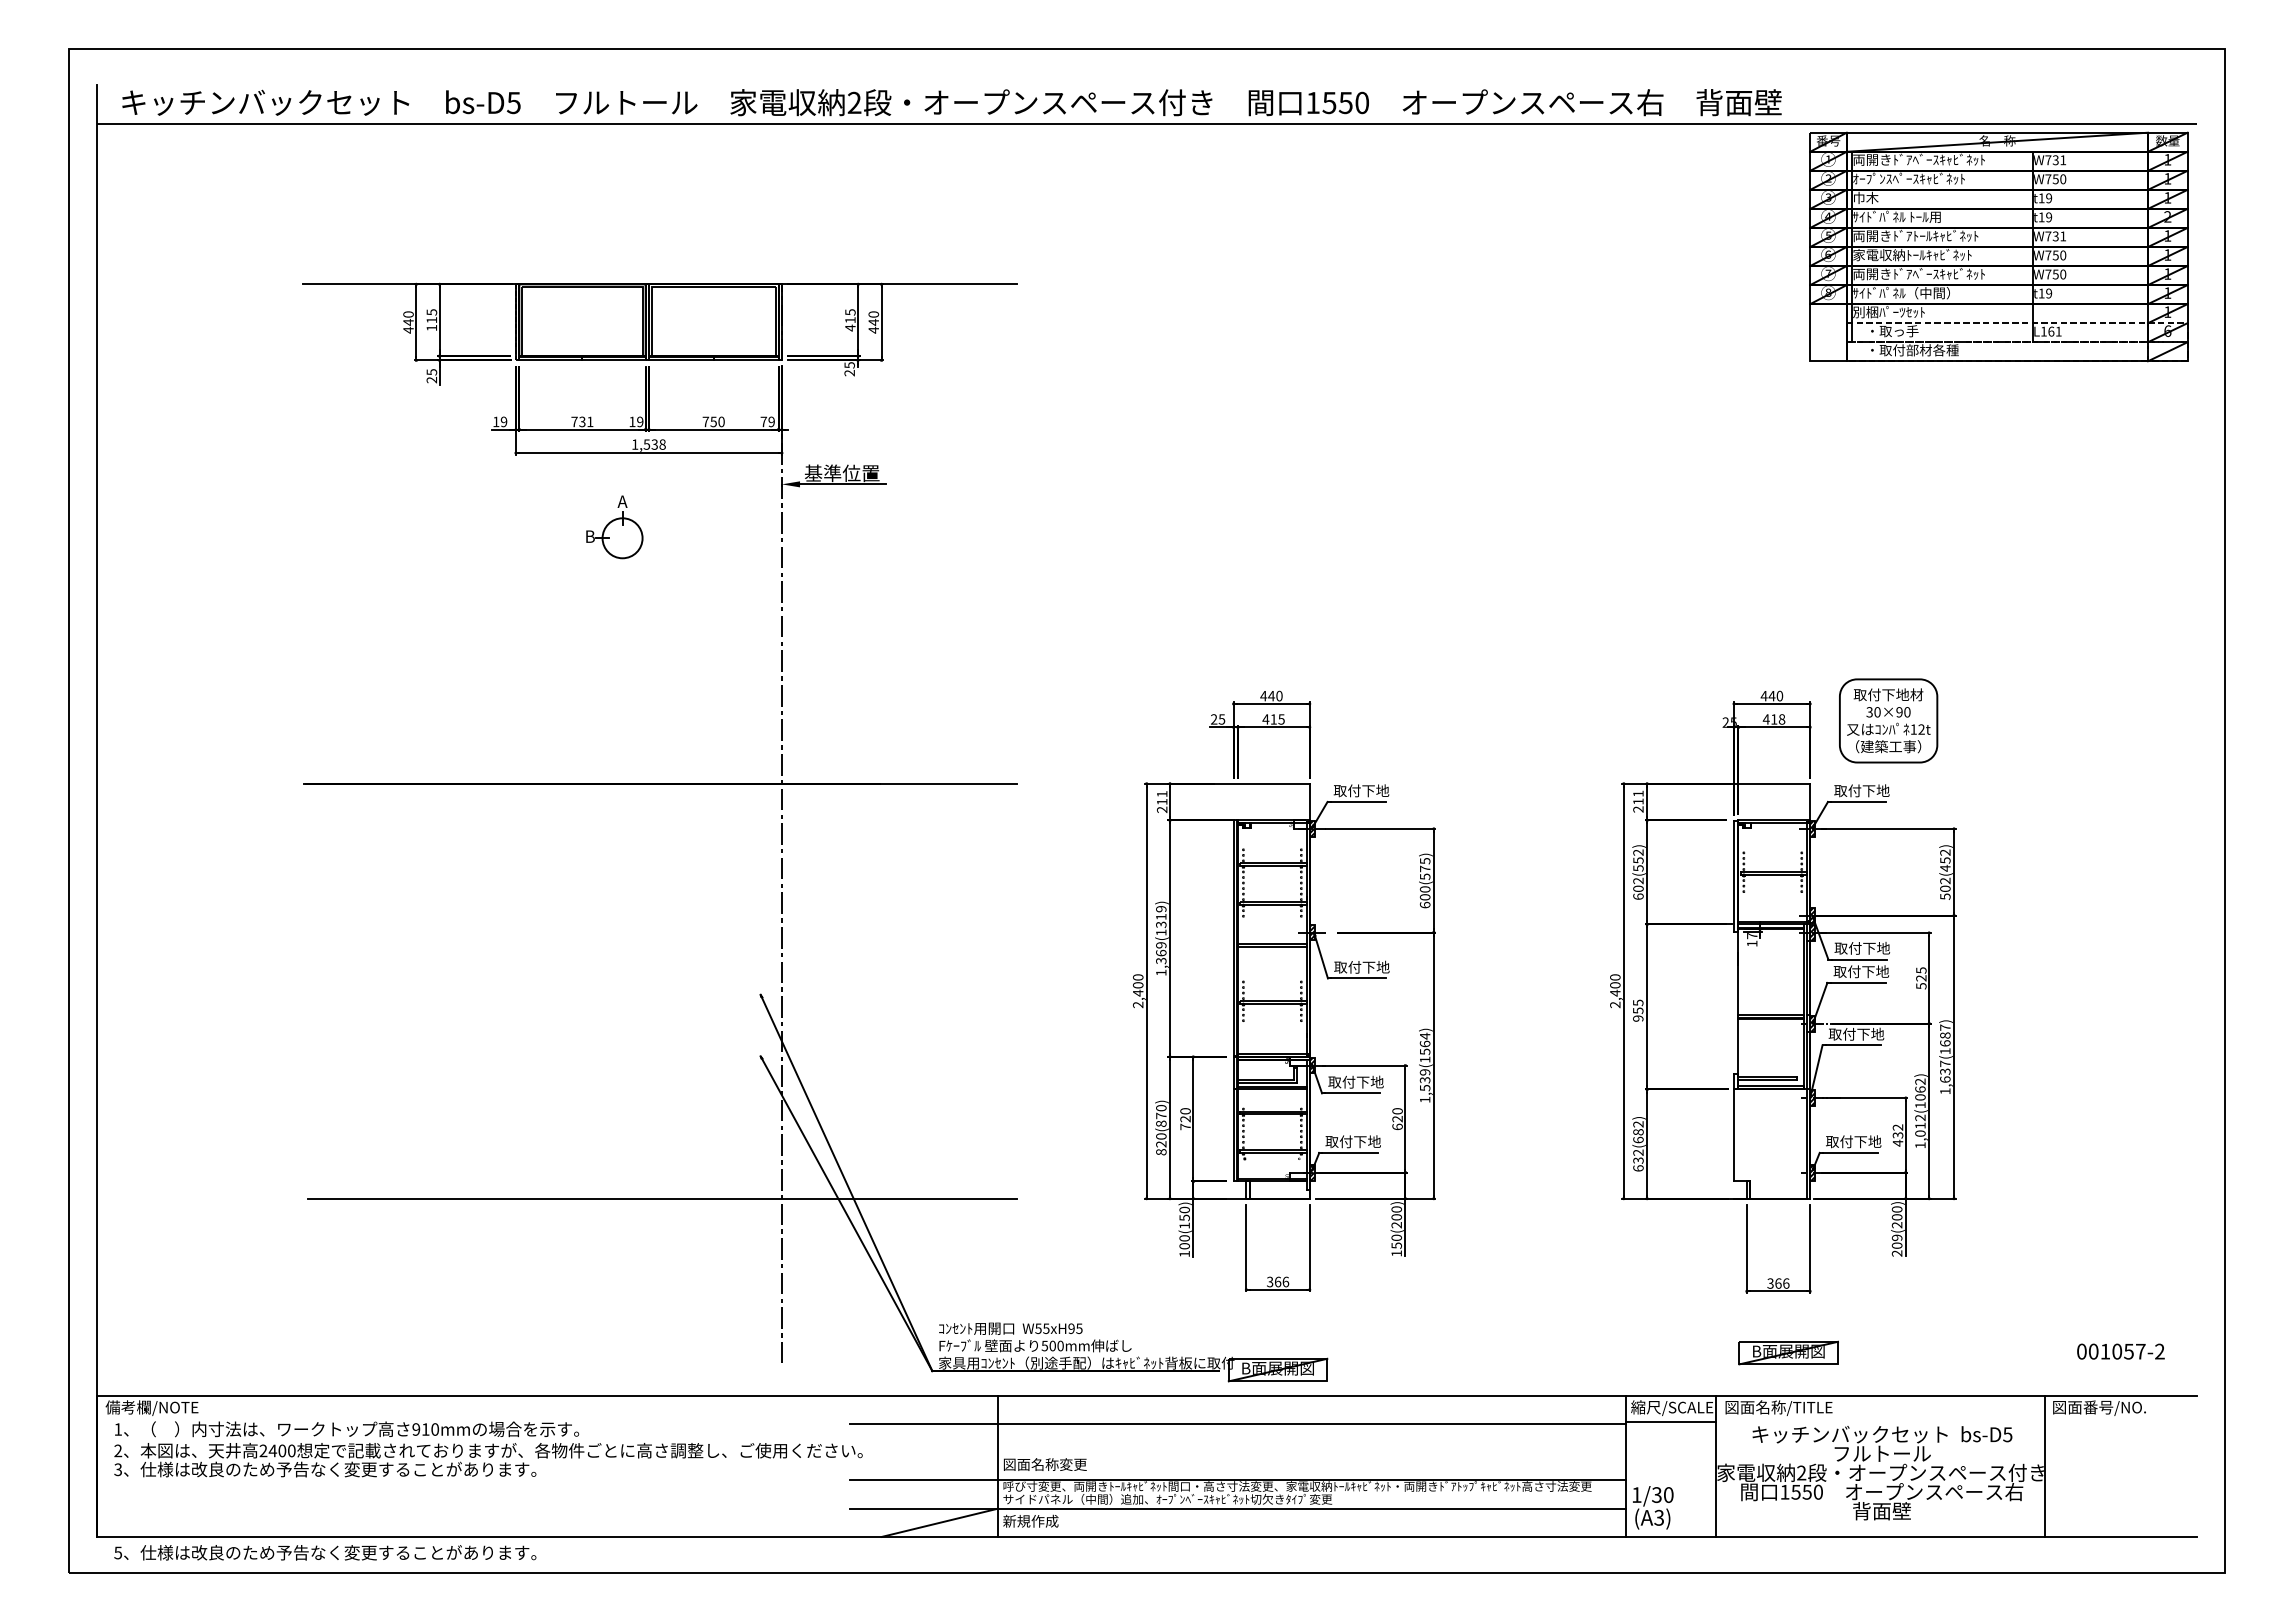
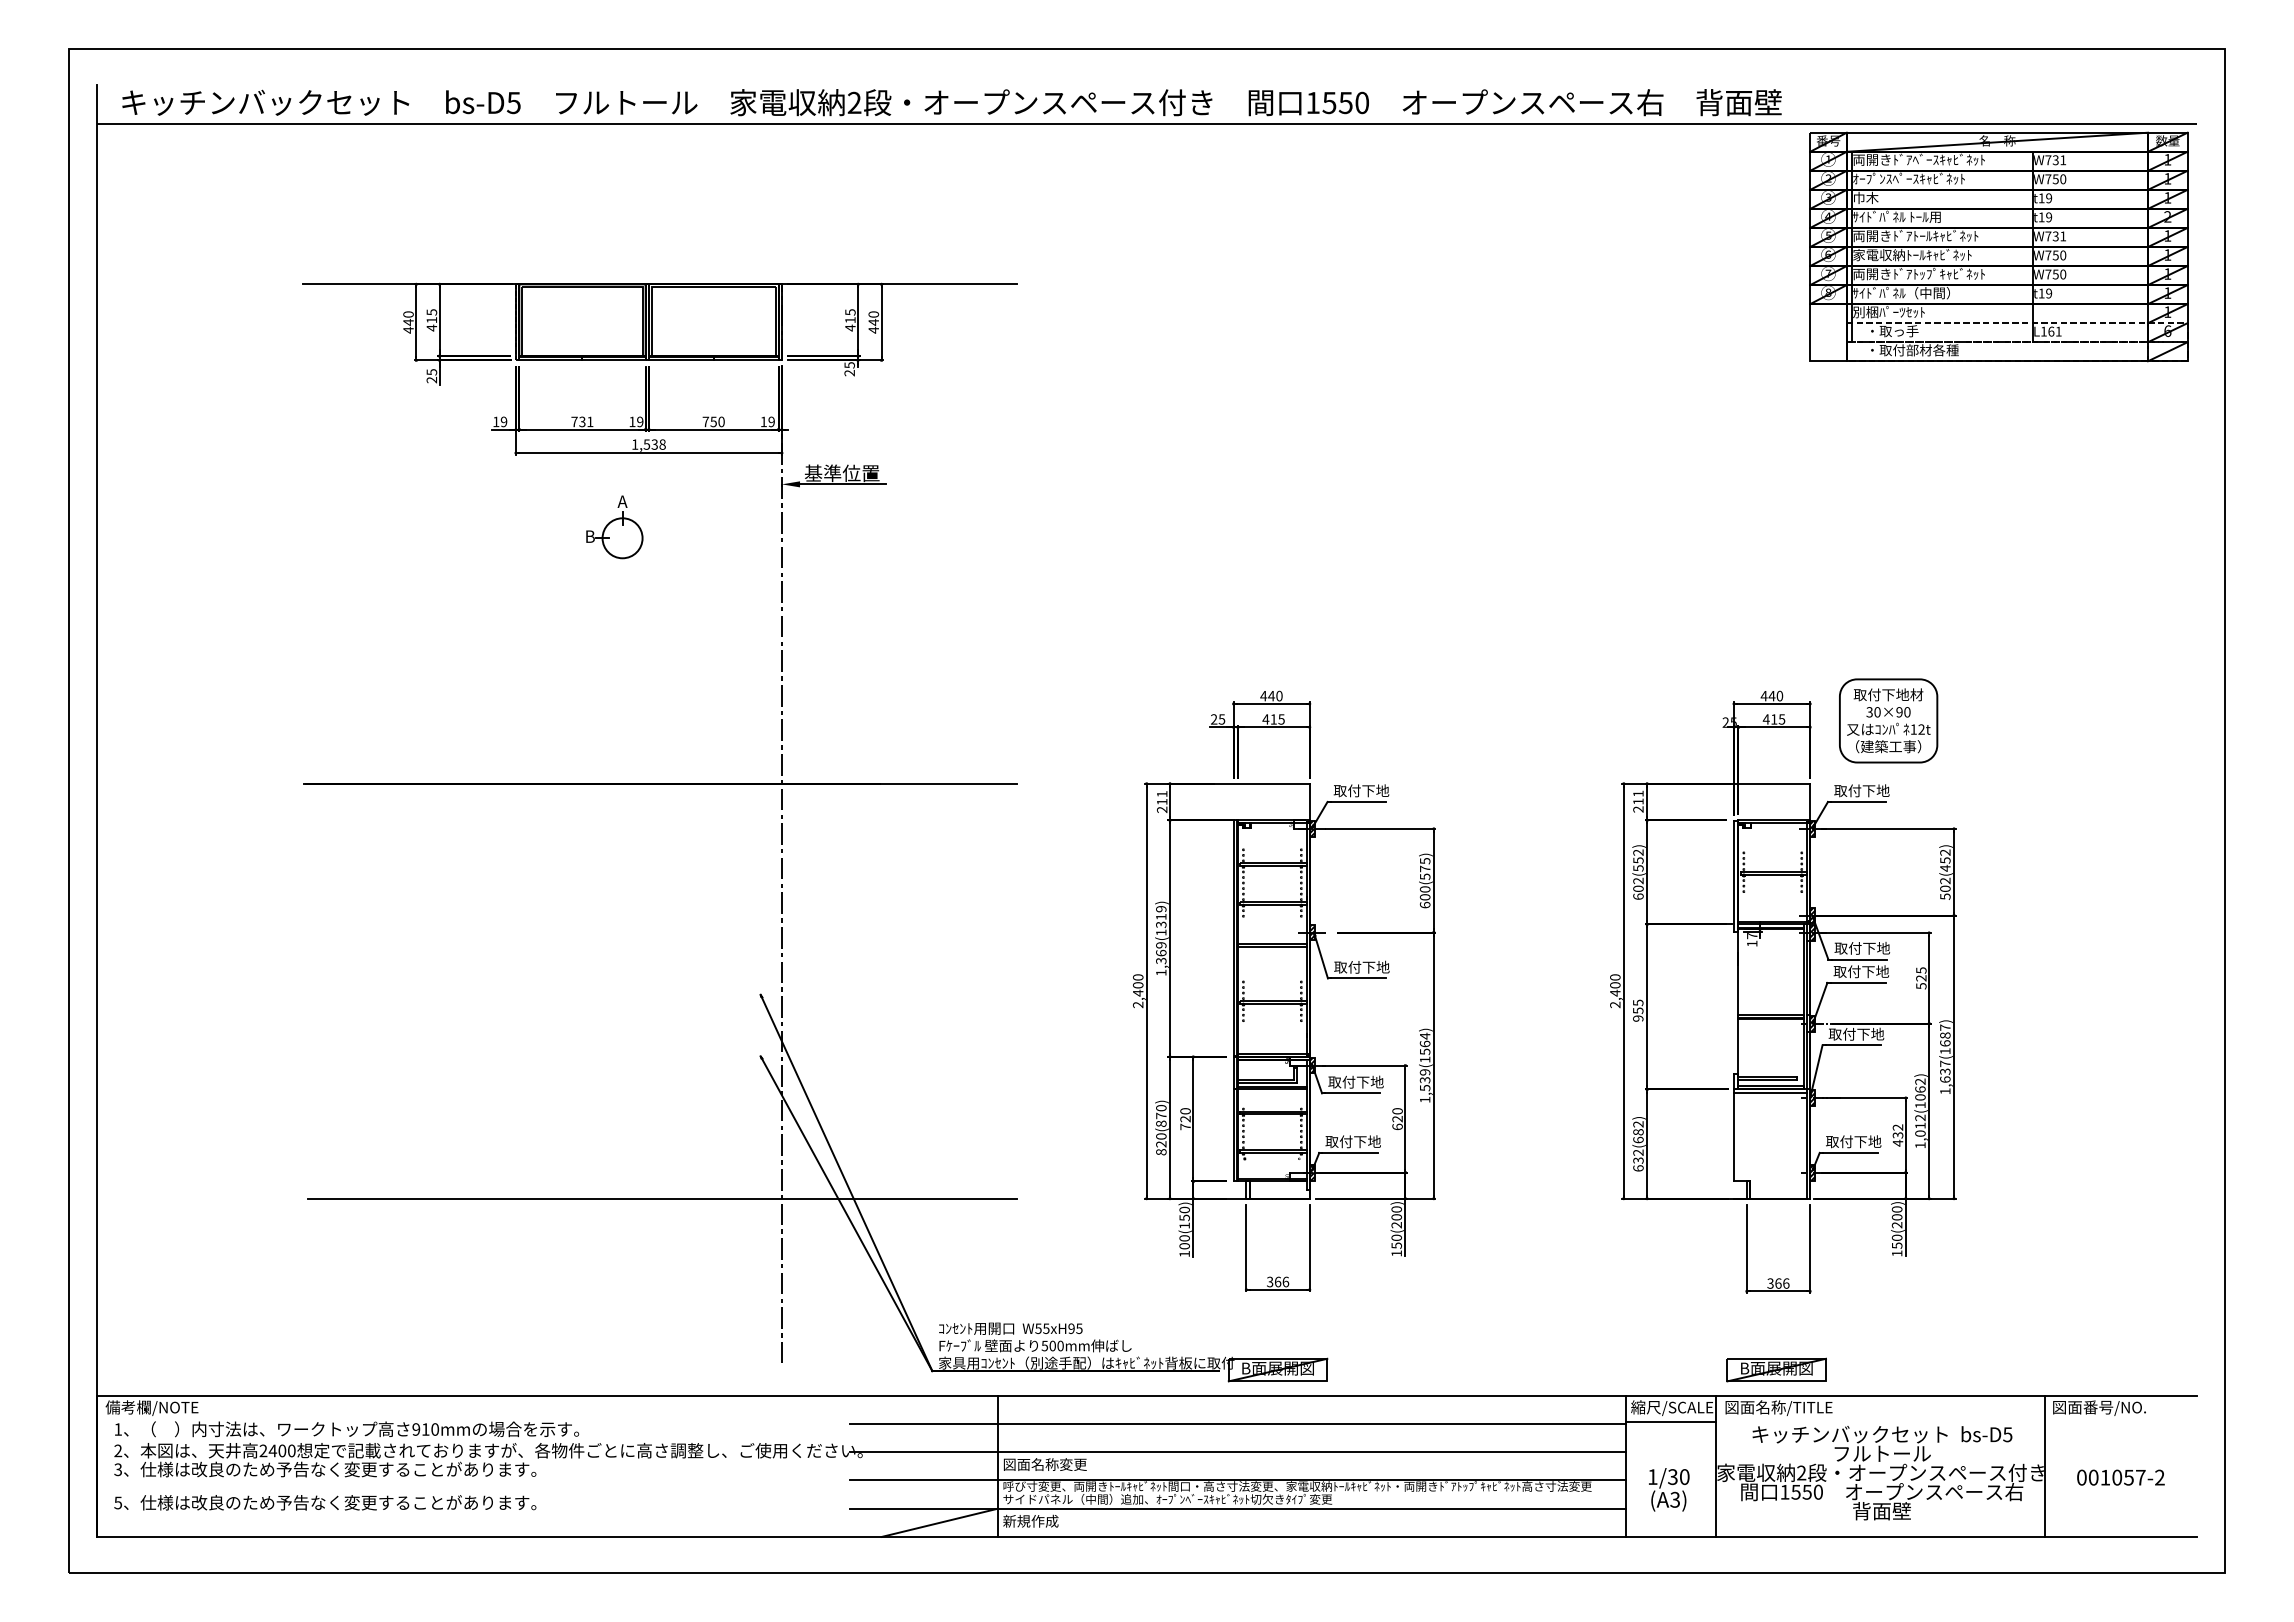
text at (1925, 273): 両開きﾄﾞｱﾍﾞｰｽｷｬﾋﾞﾈｯﾄ -> 両開きﾄﾞｱﾄｯﾌﾟｷｬﾋﾞﾈｯﾄ
text at (431, 327): 115 -> 415
text at (763, 421): 79 -> 19
text at (1781, 719): 418 -> 415
line at (1770, 1092): none -> present
text at (1896, 1245): 209(200) -> 150(200)
text at (2120, 1351) position: (2120, 1351) -> (2120, 1477)
part at (1788, 1352) position: (1788, 1352) -> (1776, 1369)
line at (1237, 1452): none -> present
text at (1653, 1507) position: (1653, 1507) -> (1669, 1489)
text at (325, 1552) position: (325, 1552) -> (325, 1502)
